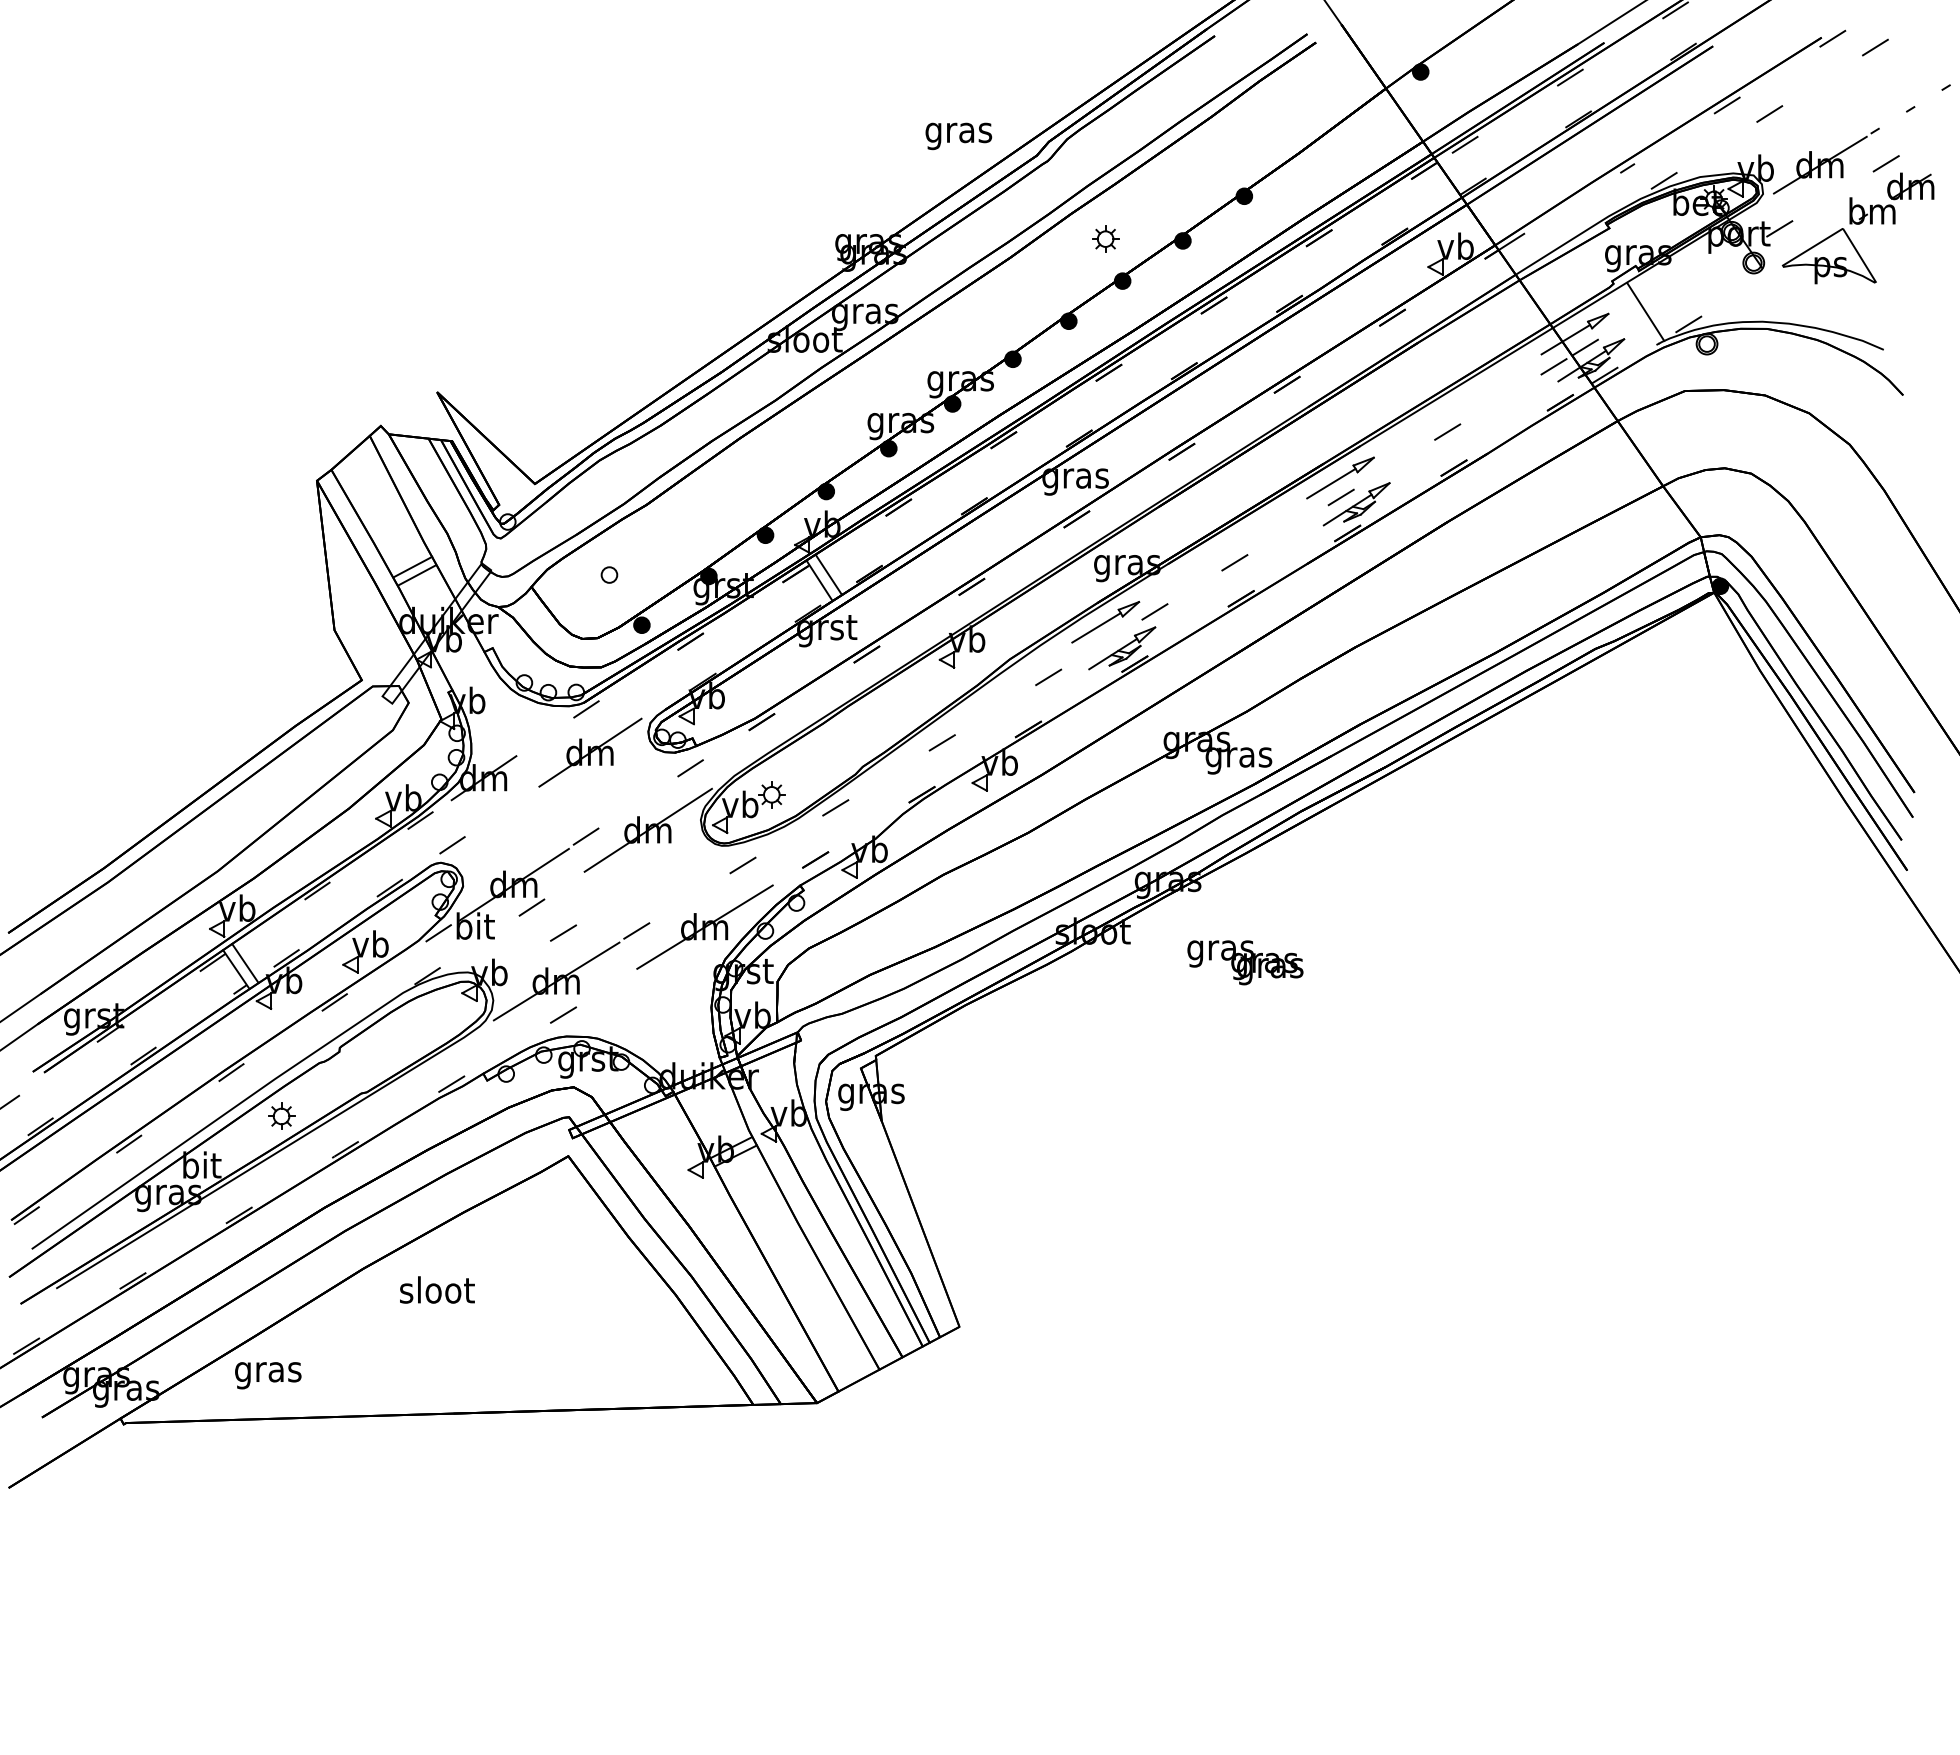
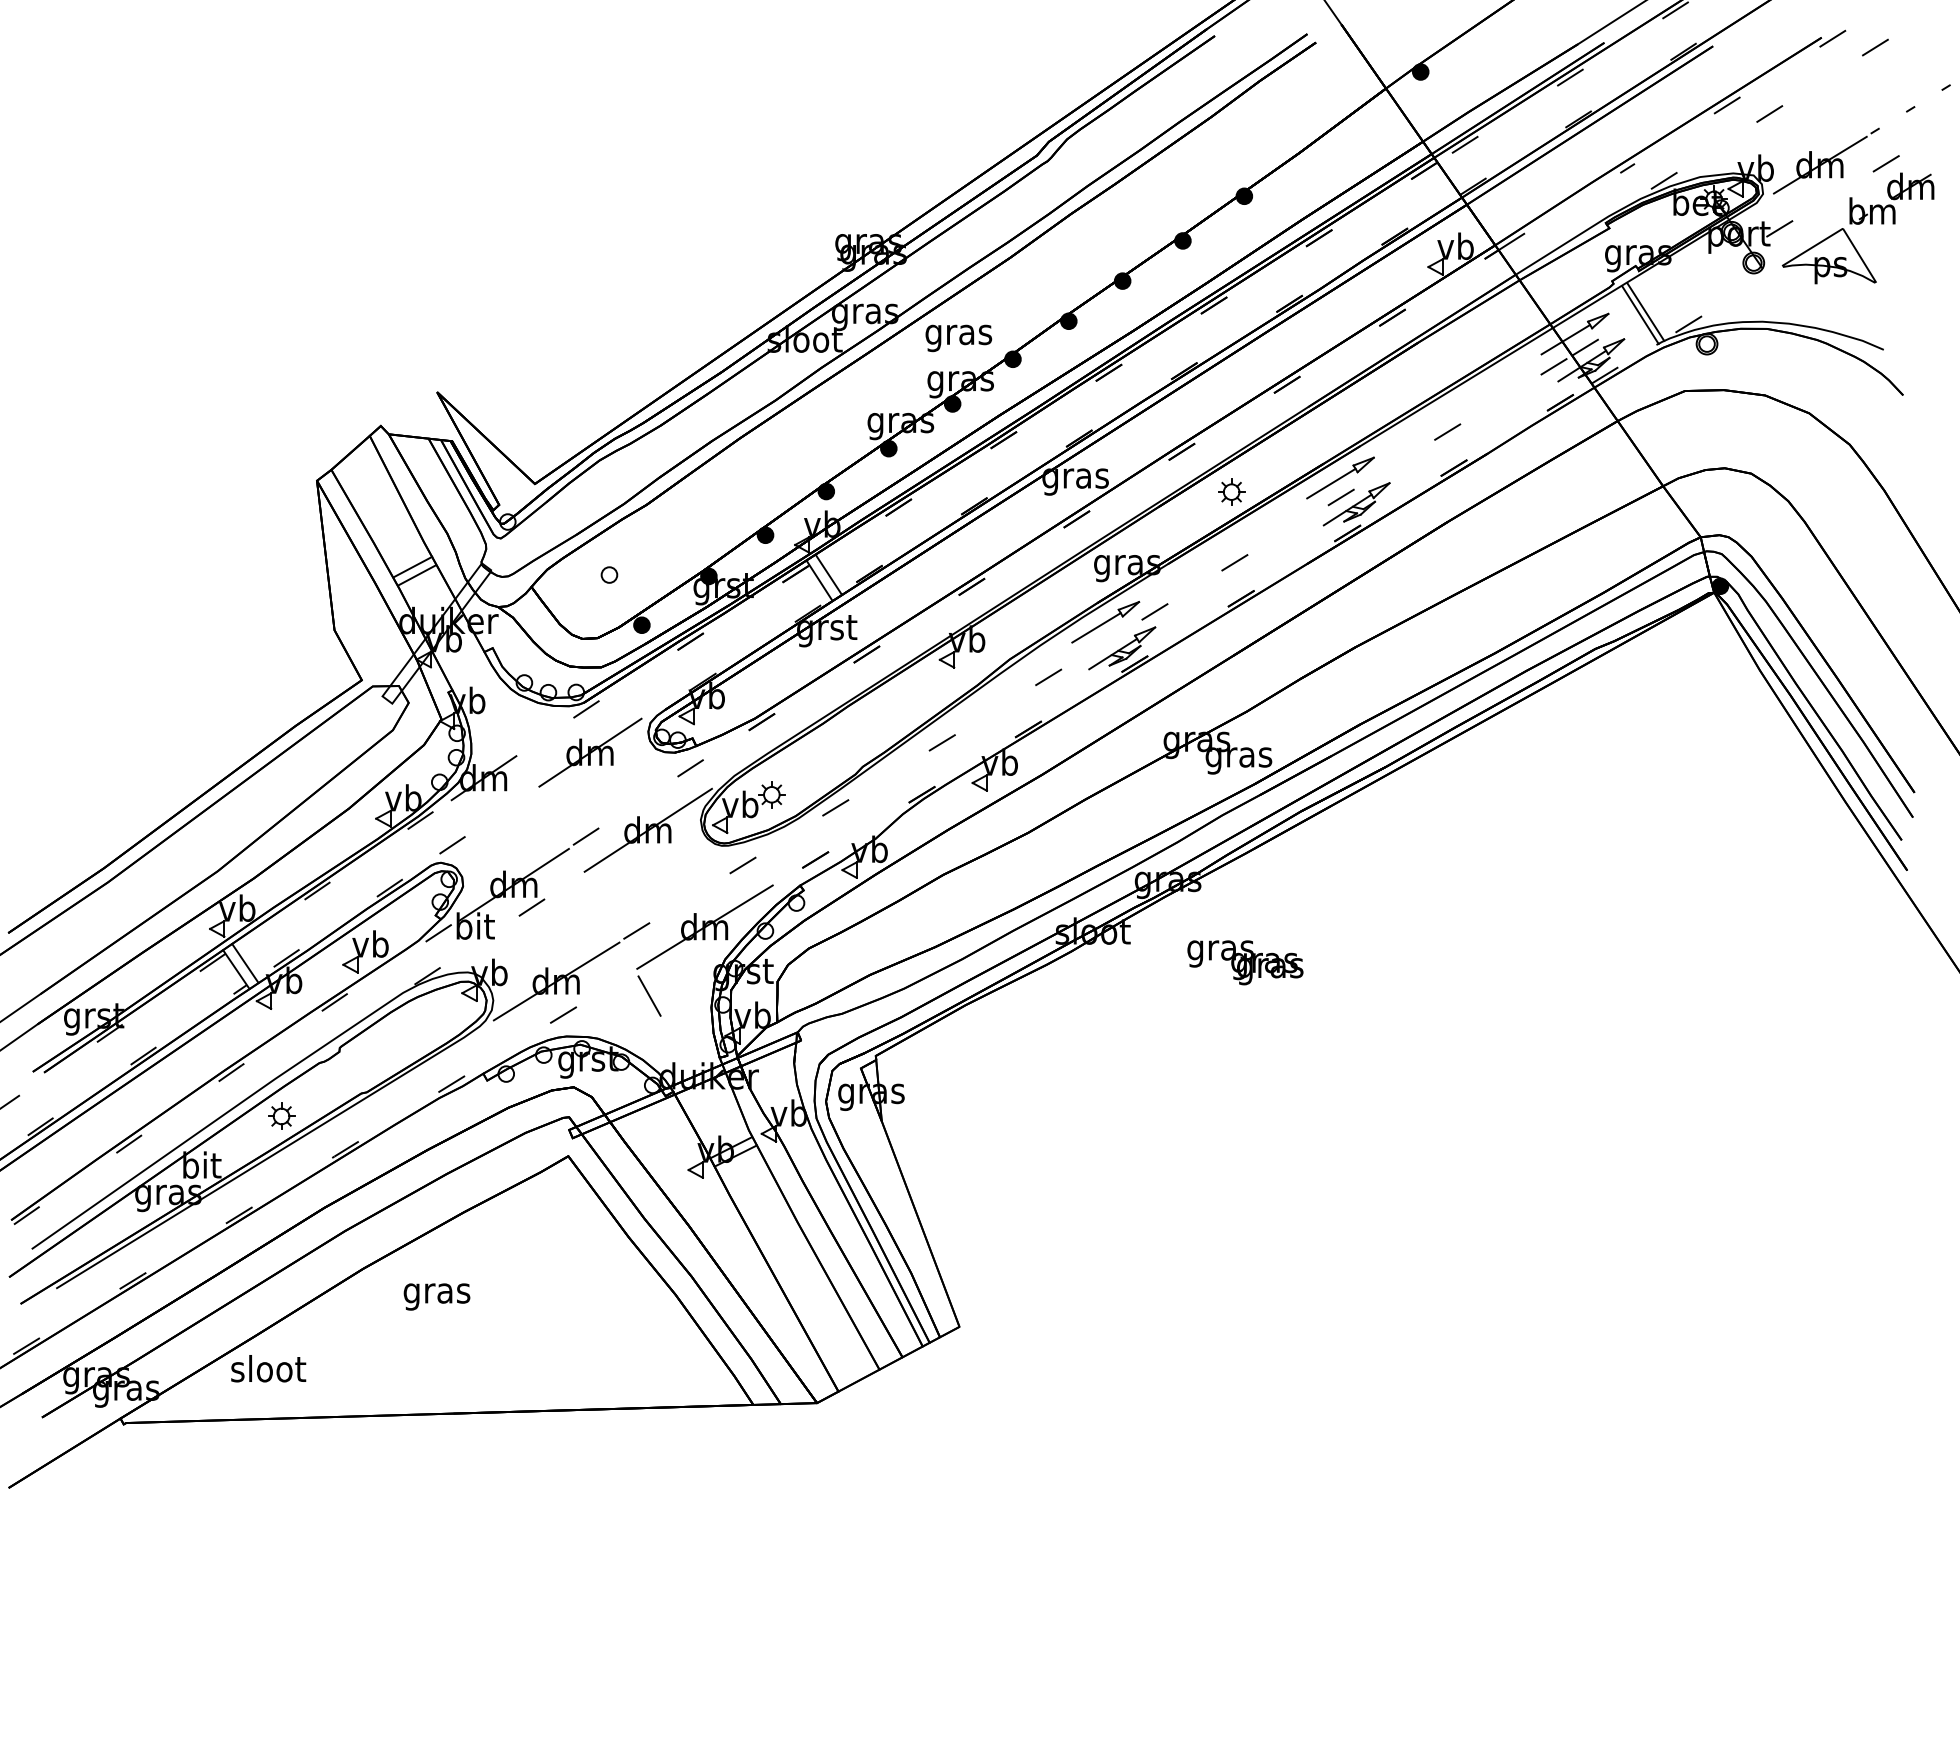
text at (958, 136) position: (958, 136) -> (958, 338)
part at (1105, 238) position: (1105, 238) -> (1231, 491)
line at (1640, 314): none -> present
line at (563, 932): present -> none
line at (649, 995): none -> present
text at (437, 1293): sloot -> gras
text at (268, 1372): gras -> sloot
